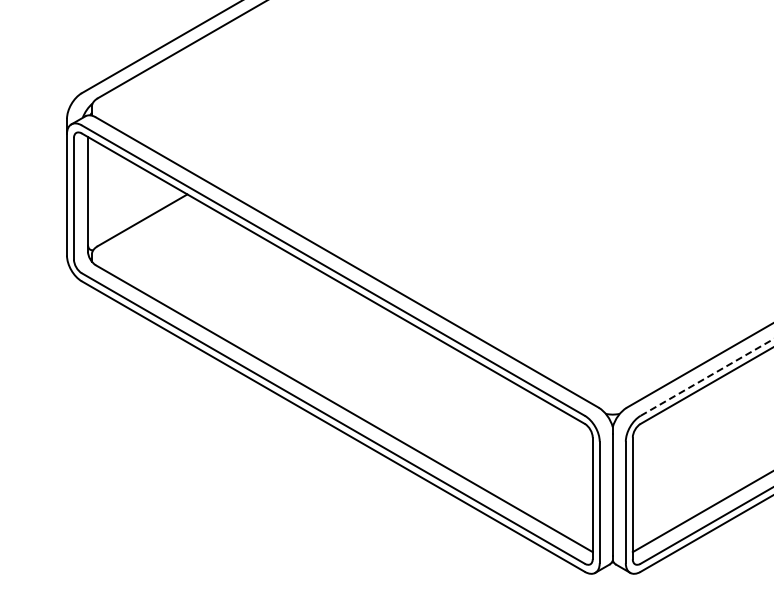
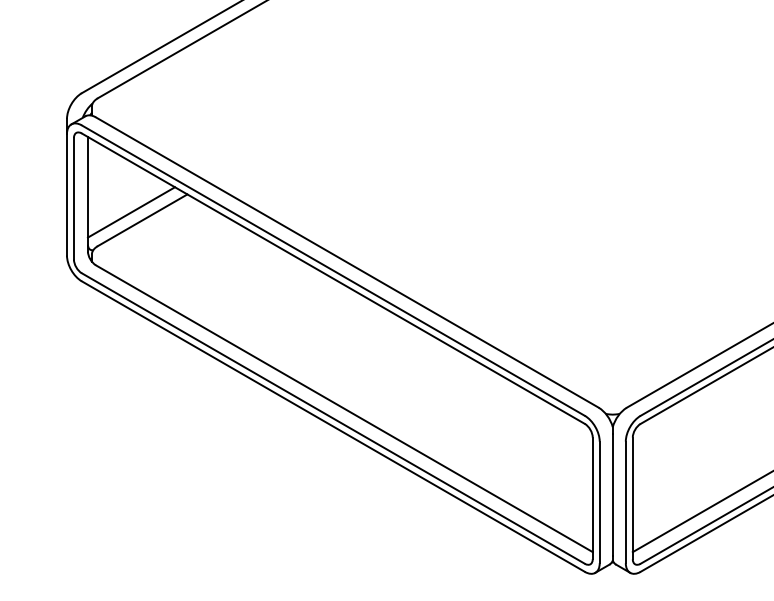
line at (131, 212): none -> present
line at (707, 377): dashed -> solid
